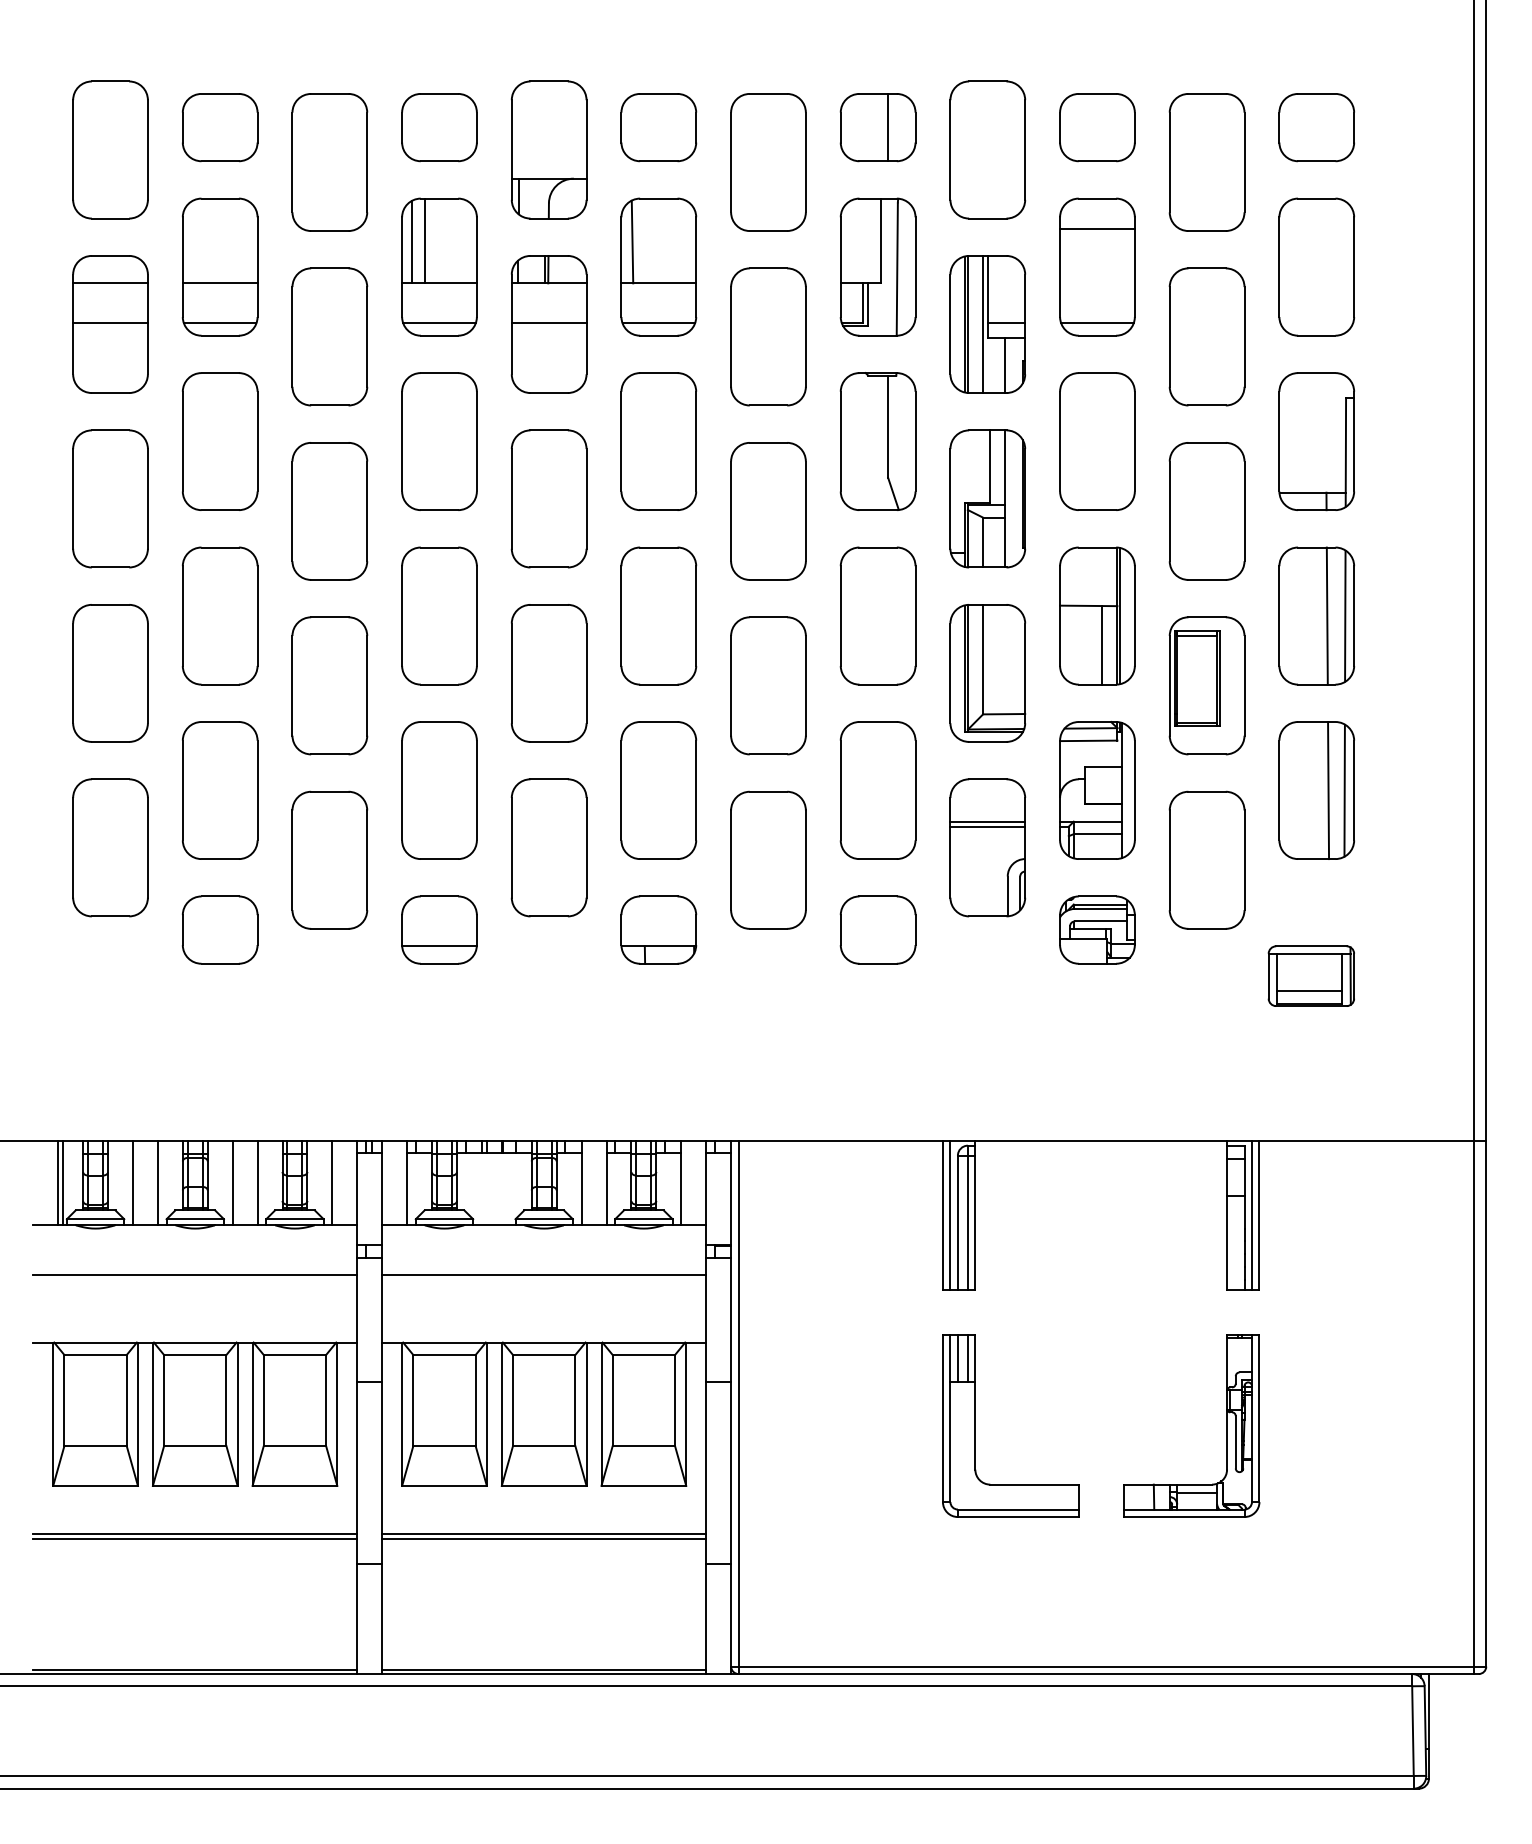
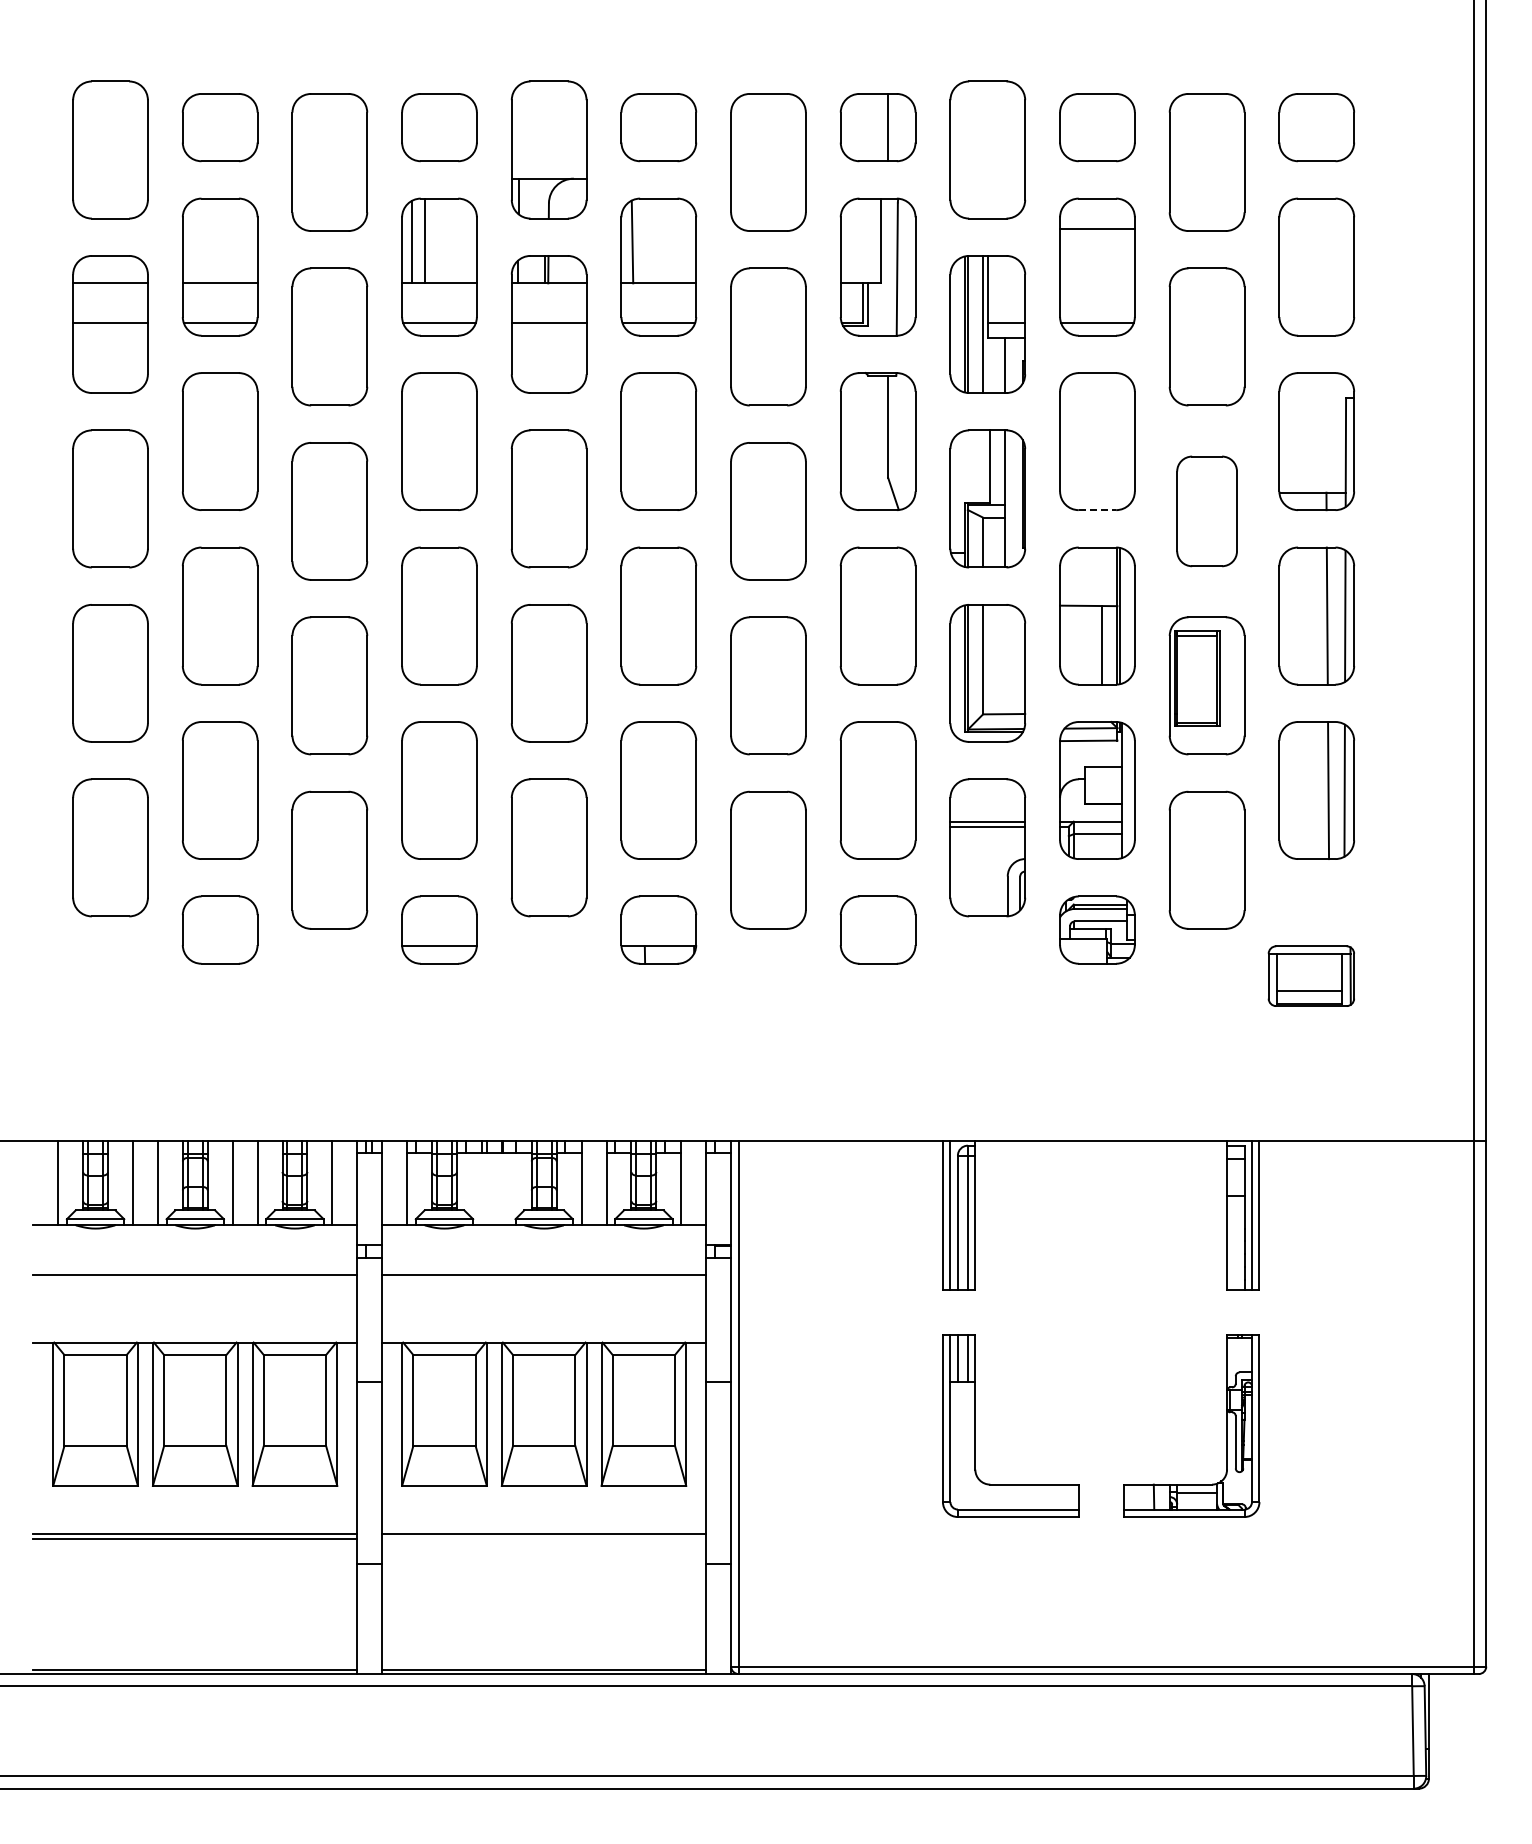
line at (1097, 510): solid -> dashed
part at (1206, 511) size: 78x139 px -> 62x113 px
line at (63, 1182): present -> none
line at (544, 1539): present -> none
